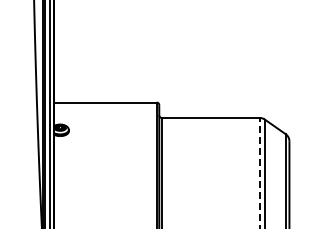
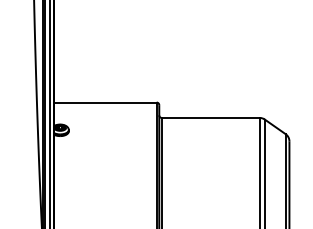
line at (259, 172): dashed -> solid
